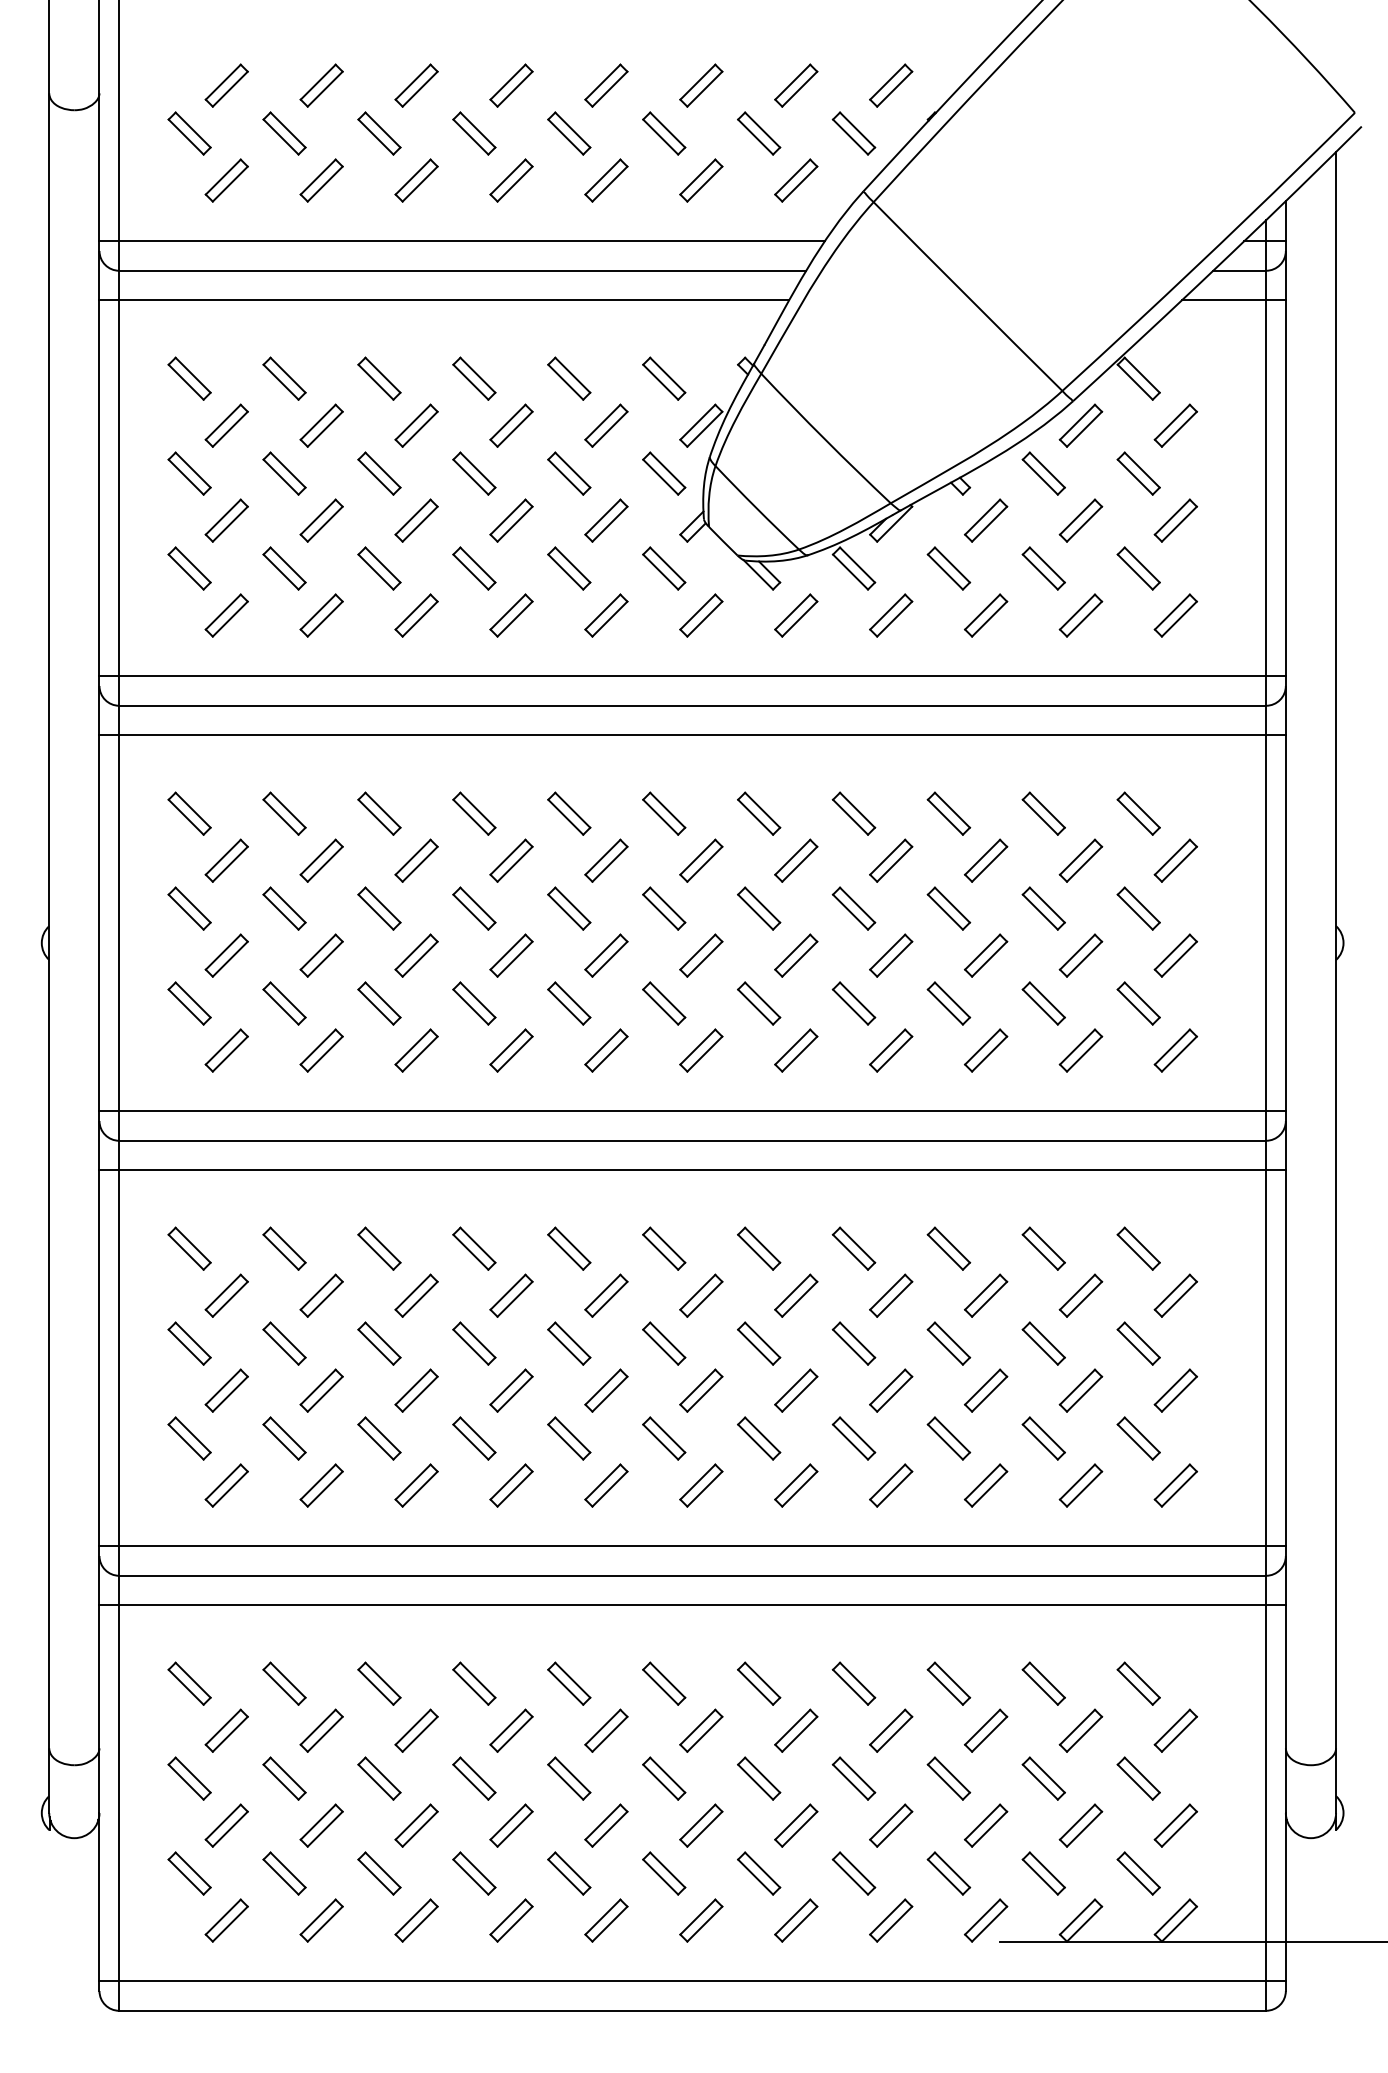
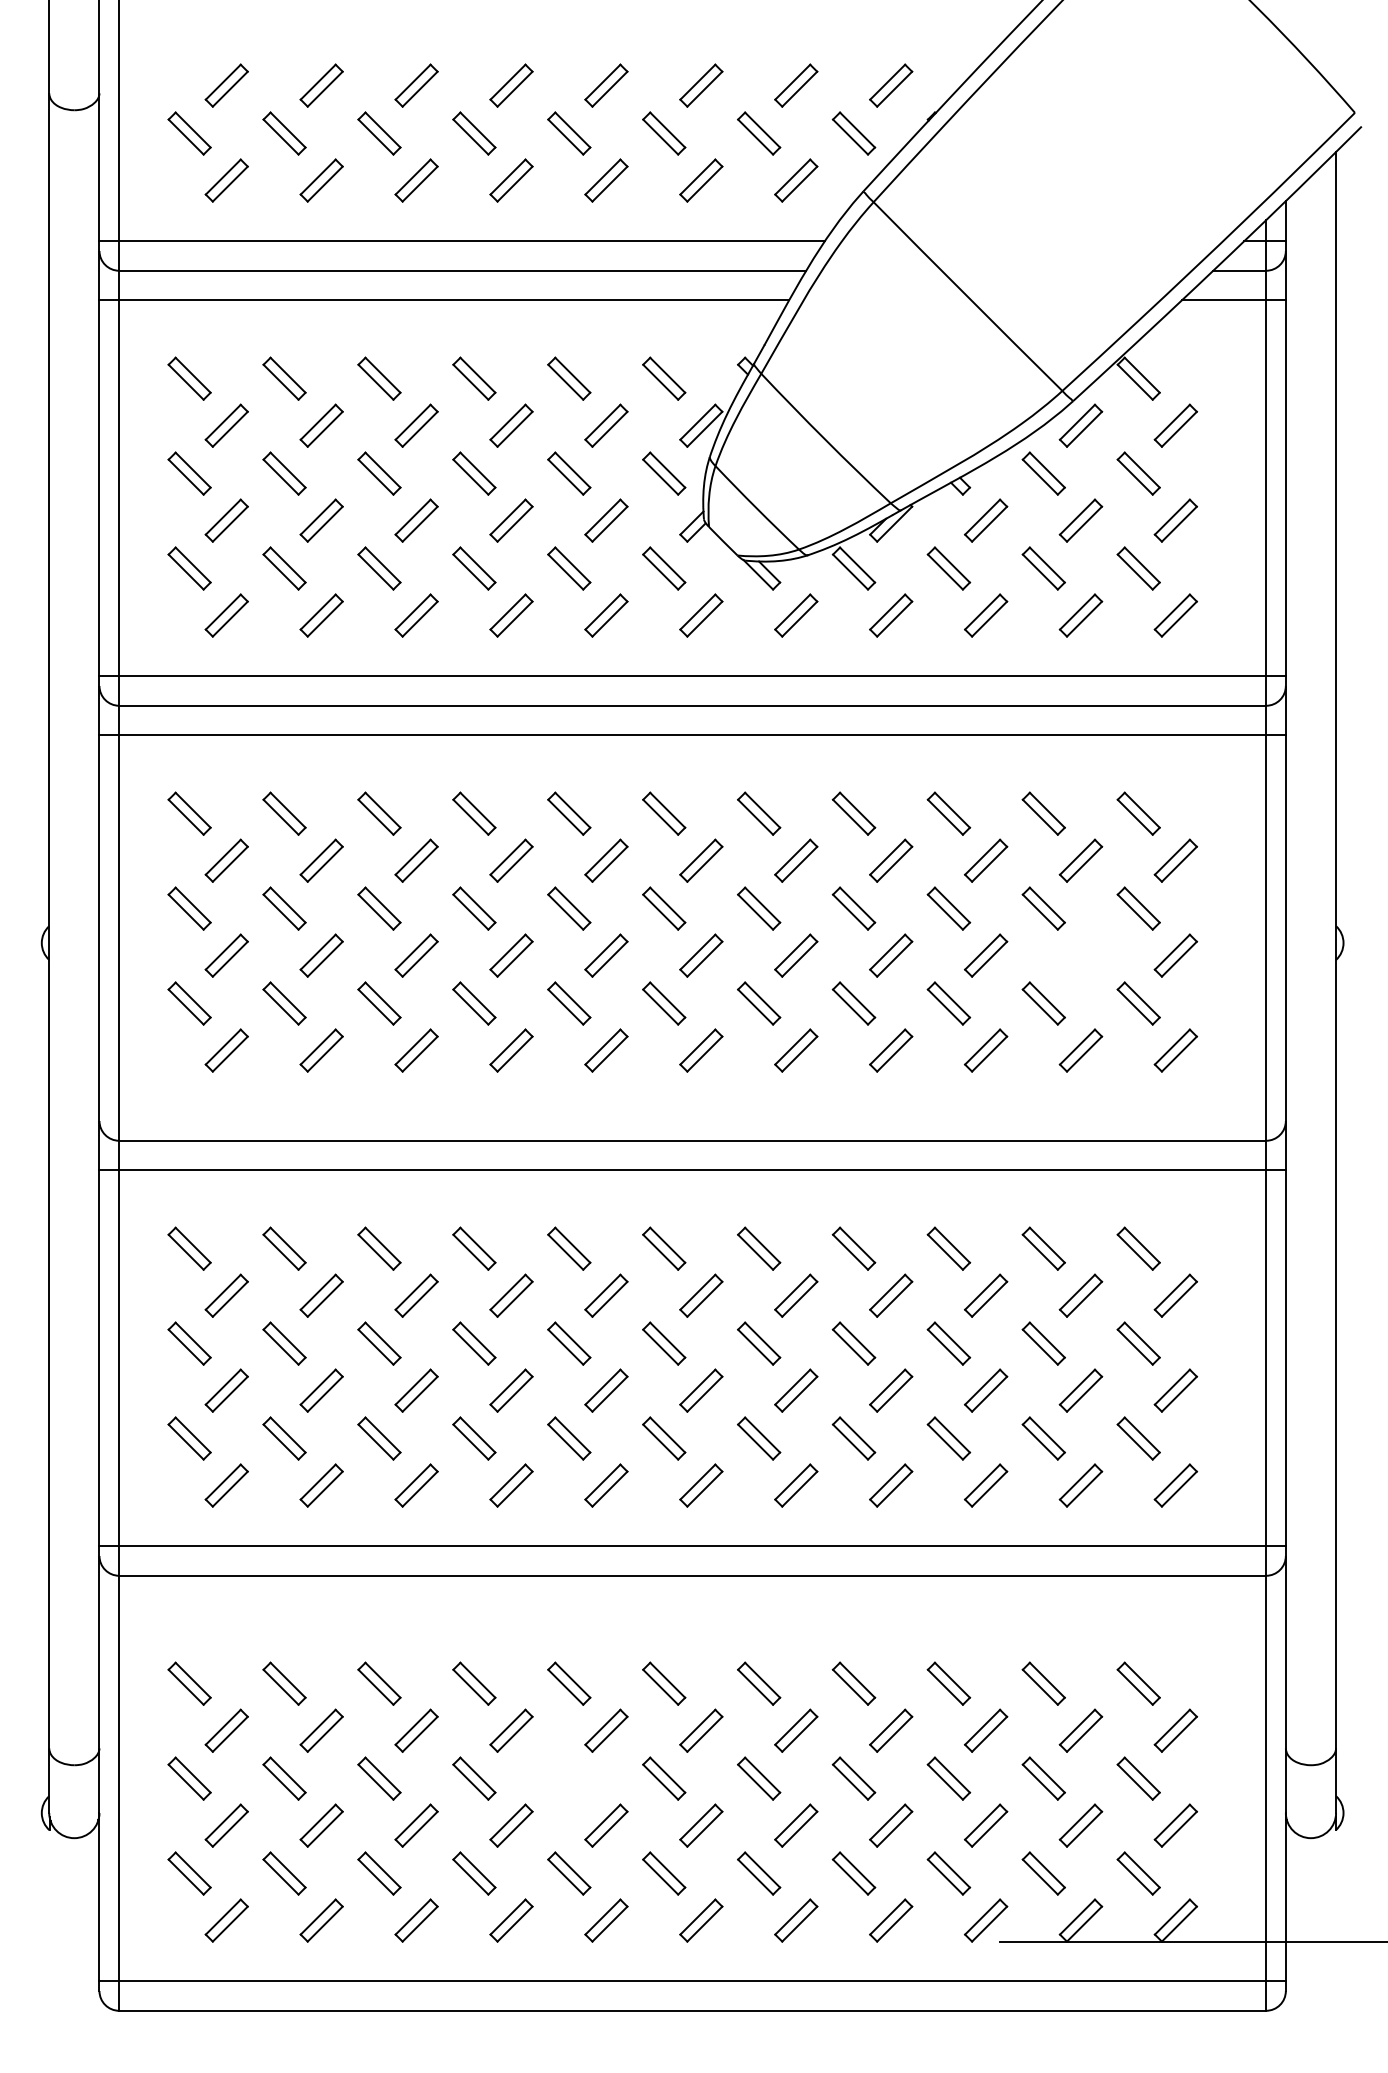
part at (1080, 955): present -> none
line at (692, 1111): present -> none
line at (692, 1605): present -> none
part at (569, 1778): present -> none
